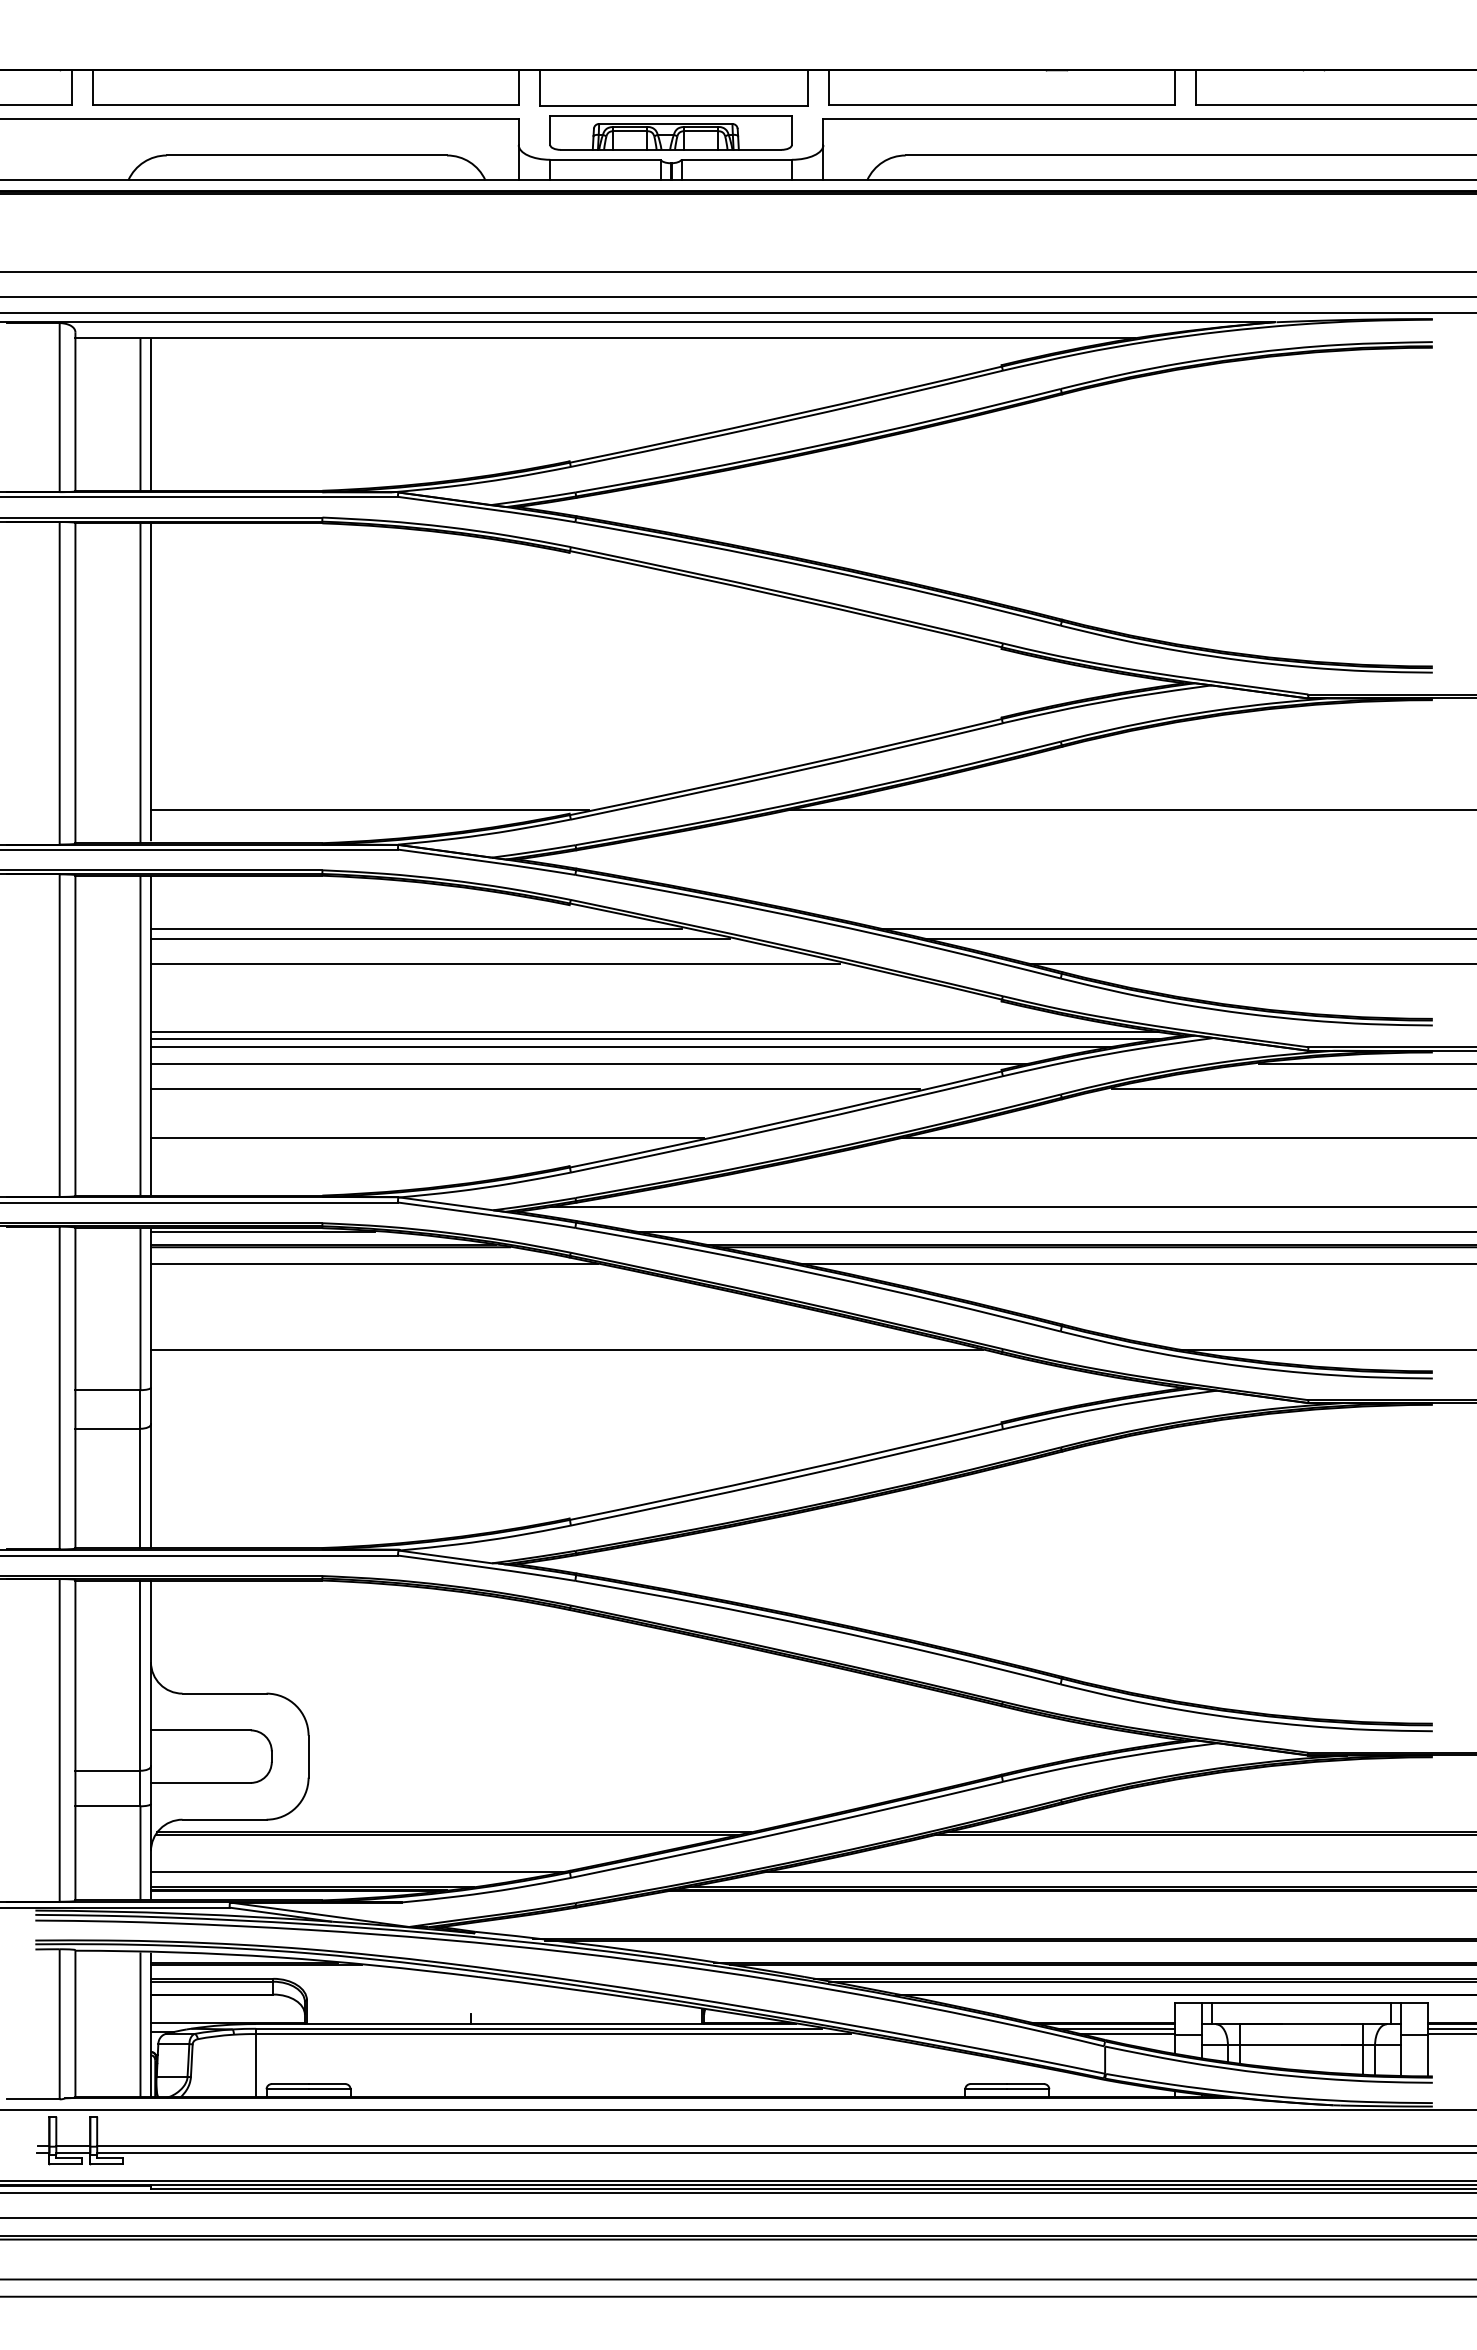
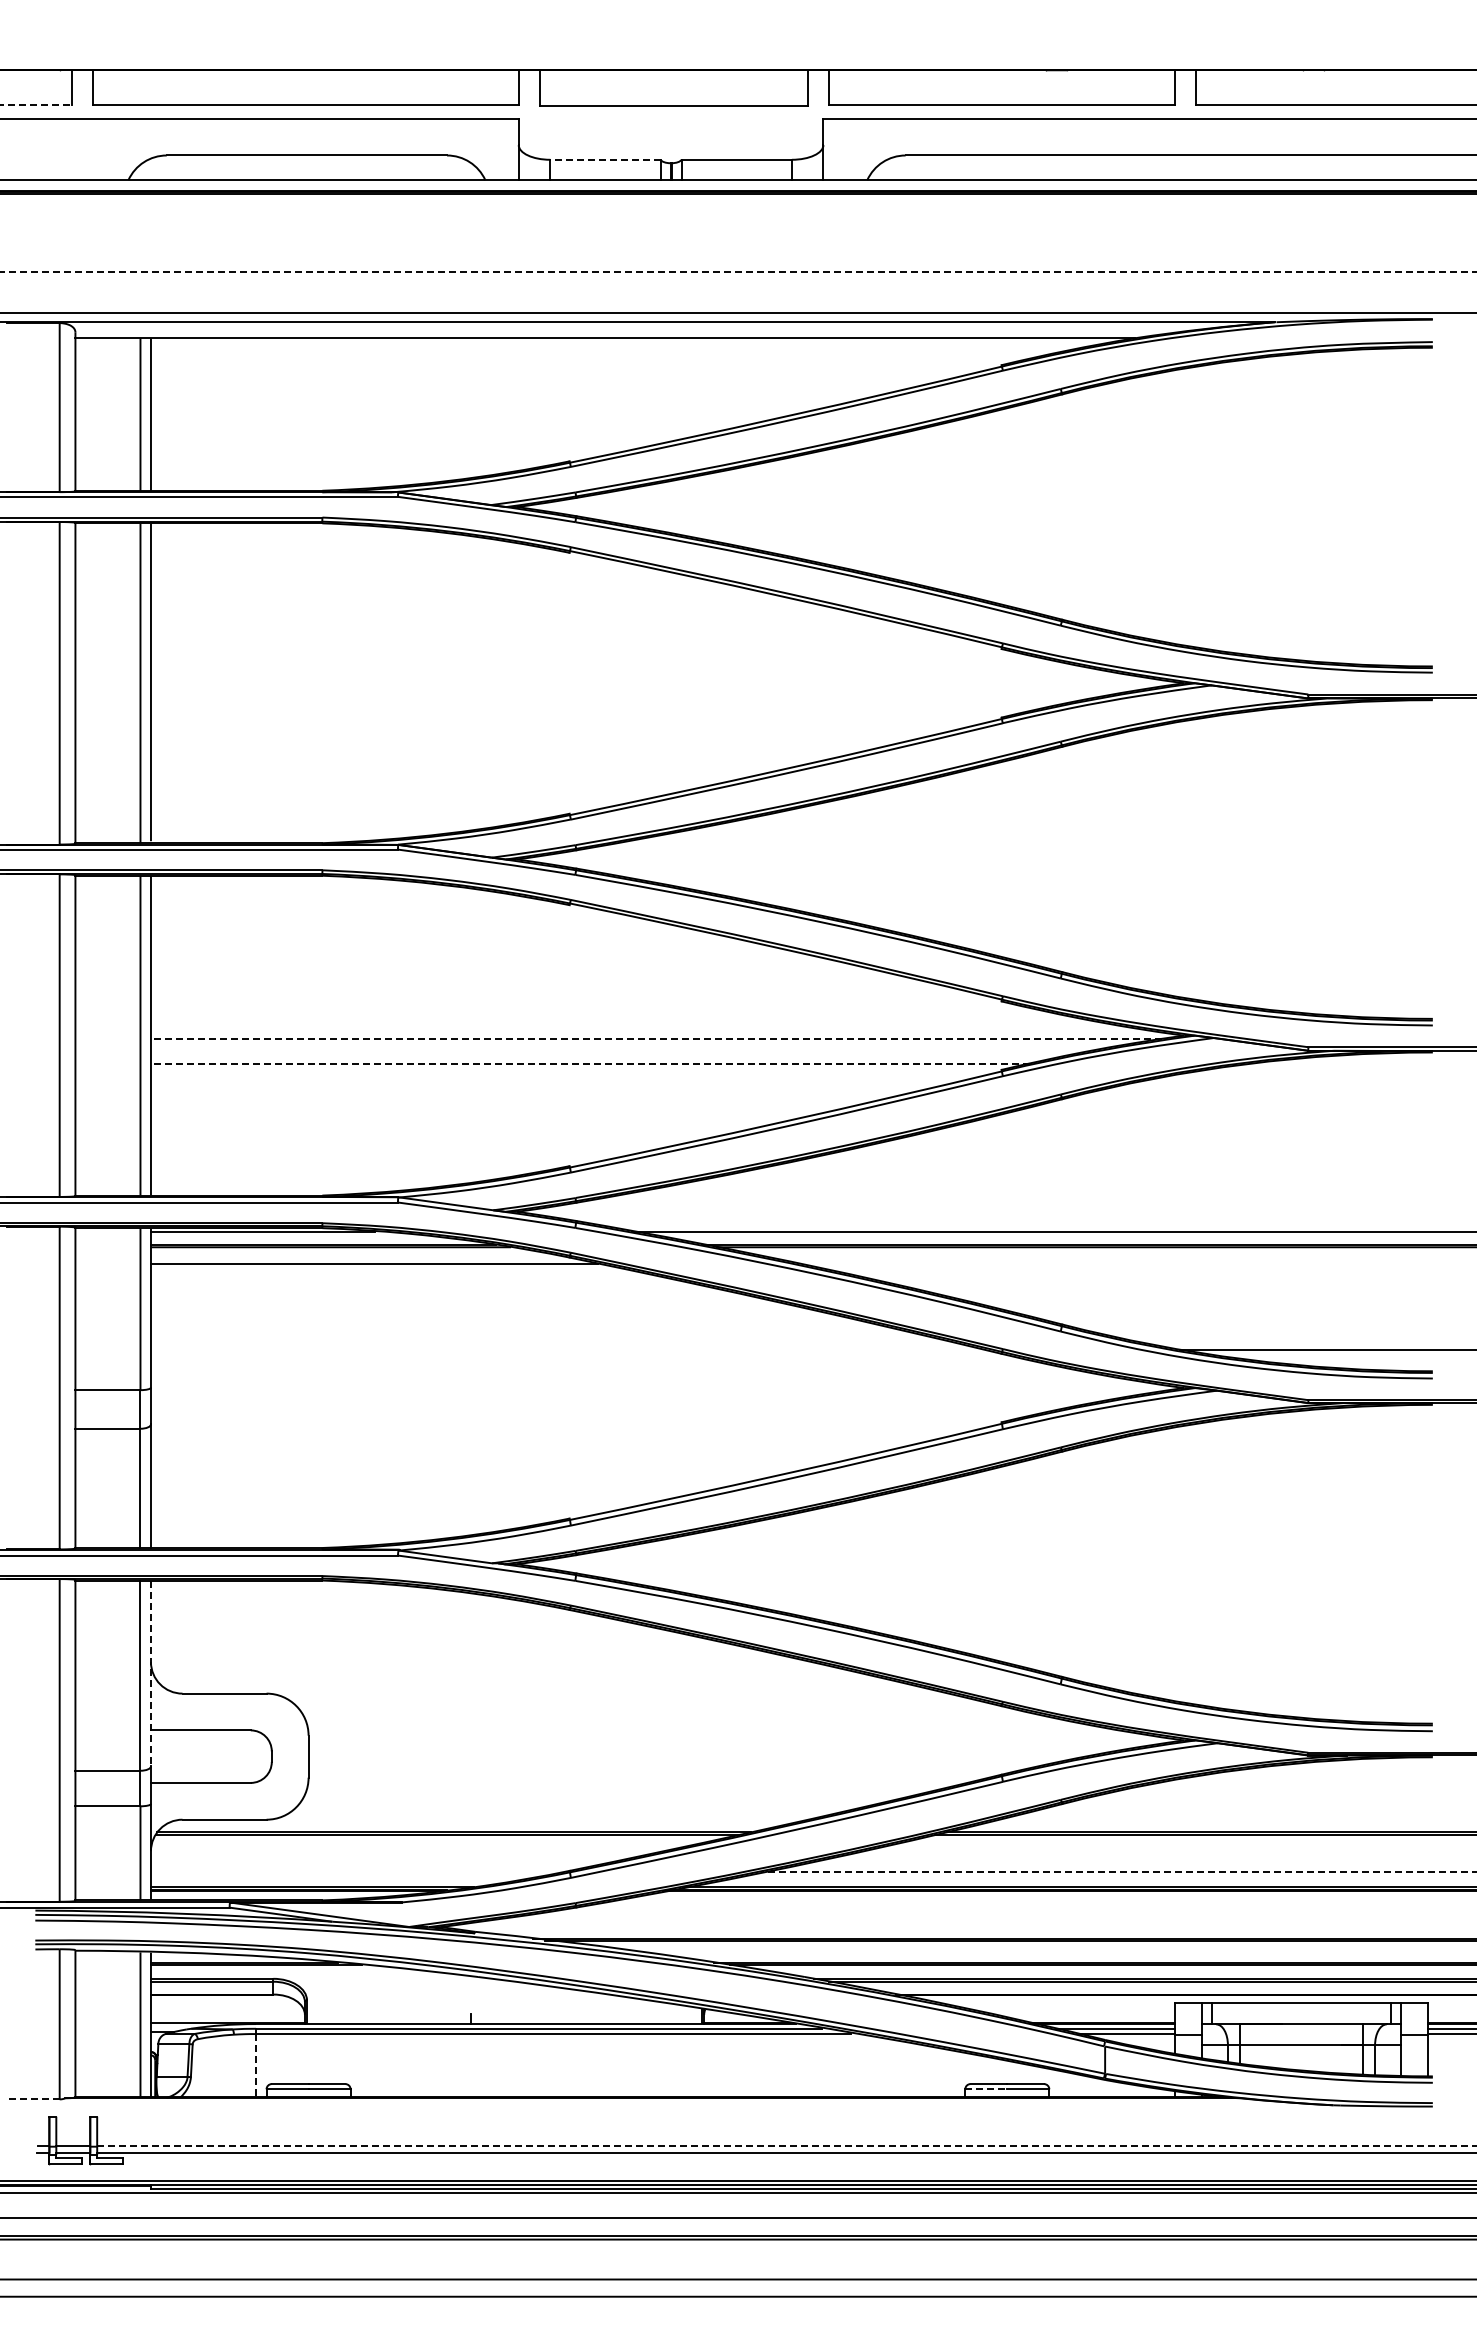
line at (36, 104): solid -> dashed
part at (670, 132): present -> none
line at (604, 159): solid -> dashed
line at (738, 272): solid -> dashed
line at (737, 297): present -> none
line at (369, 809): present -> none
line at (1130, 809): present -> none
line at (415, 928): present -> none
line at (1177, 928): present -> none
line at (439, 939): present -> none
line at (1198, 939): present -> none
line at (494, 963): present -> none
line at (1250, 963): present -> none
line at (654, 1031): present -> none
line at (655, 1039): solid -> dashed
line at (632, 1046): present -> none
line at (590, 1063): solid -> dashed
line at (1366, 1063): present -> none
line at (534, 1089): present -> none
line at (1292, 1089): present -> none
line at (426, 1137): present -> none
line at (1187, 1137): present -> none
line at (1012, 1206): present -> none
line at (1136, 1263): present -> none
line at (566, 1349): present -> none
line at (150, 1673): solid -> dashed
line at (357, 1871): present -> none
line at (1119, 1871): solid -> dashed
line at (256, 2065): solid -> dashed
line at (986, 2089): solid -> dashed
line at (32, 2099): solid -> dashed
line at (737, 2109): present -> none
line at (787, 2146): solid -> dashed
